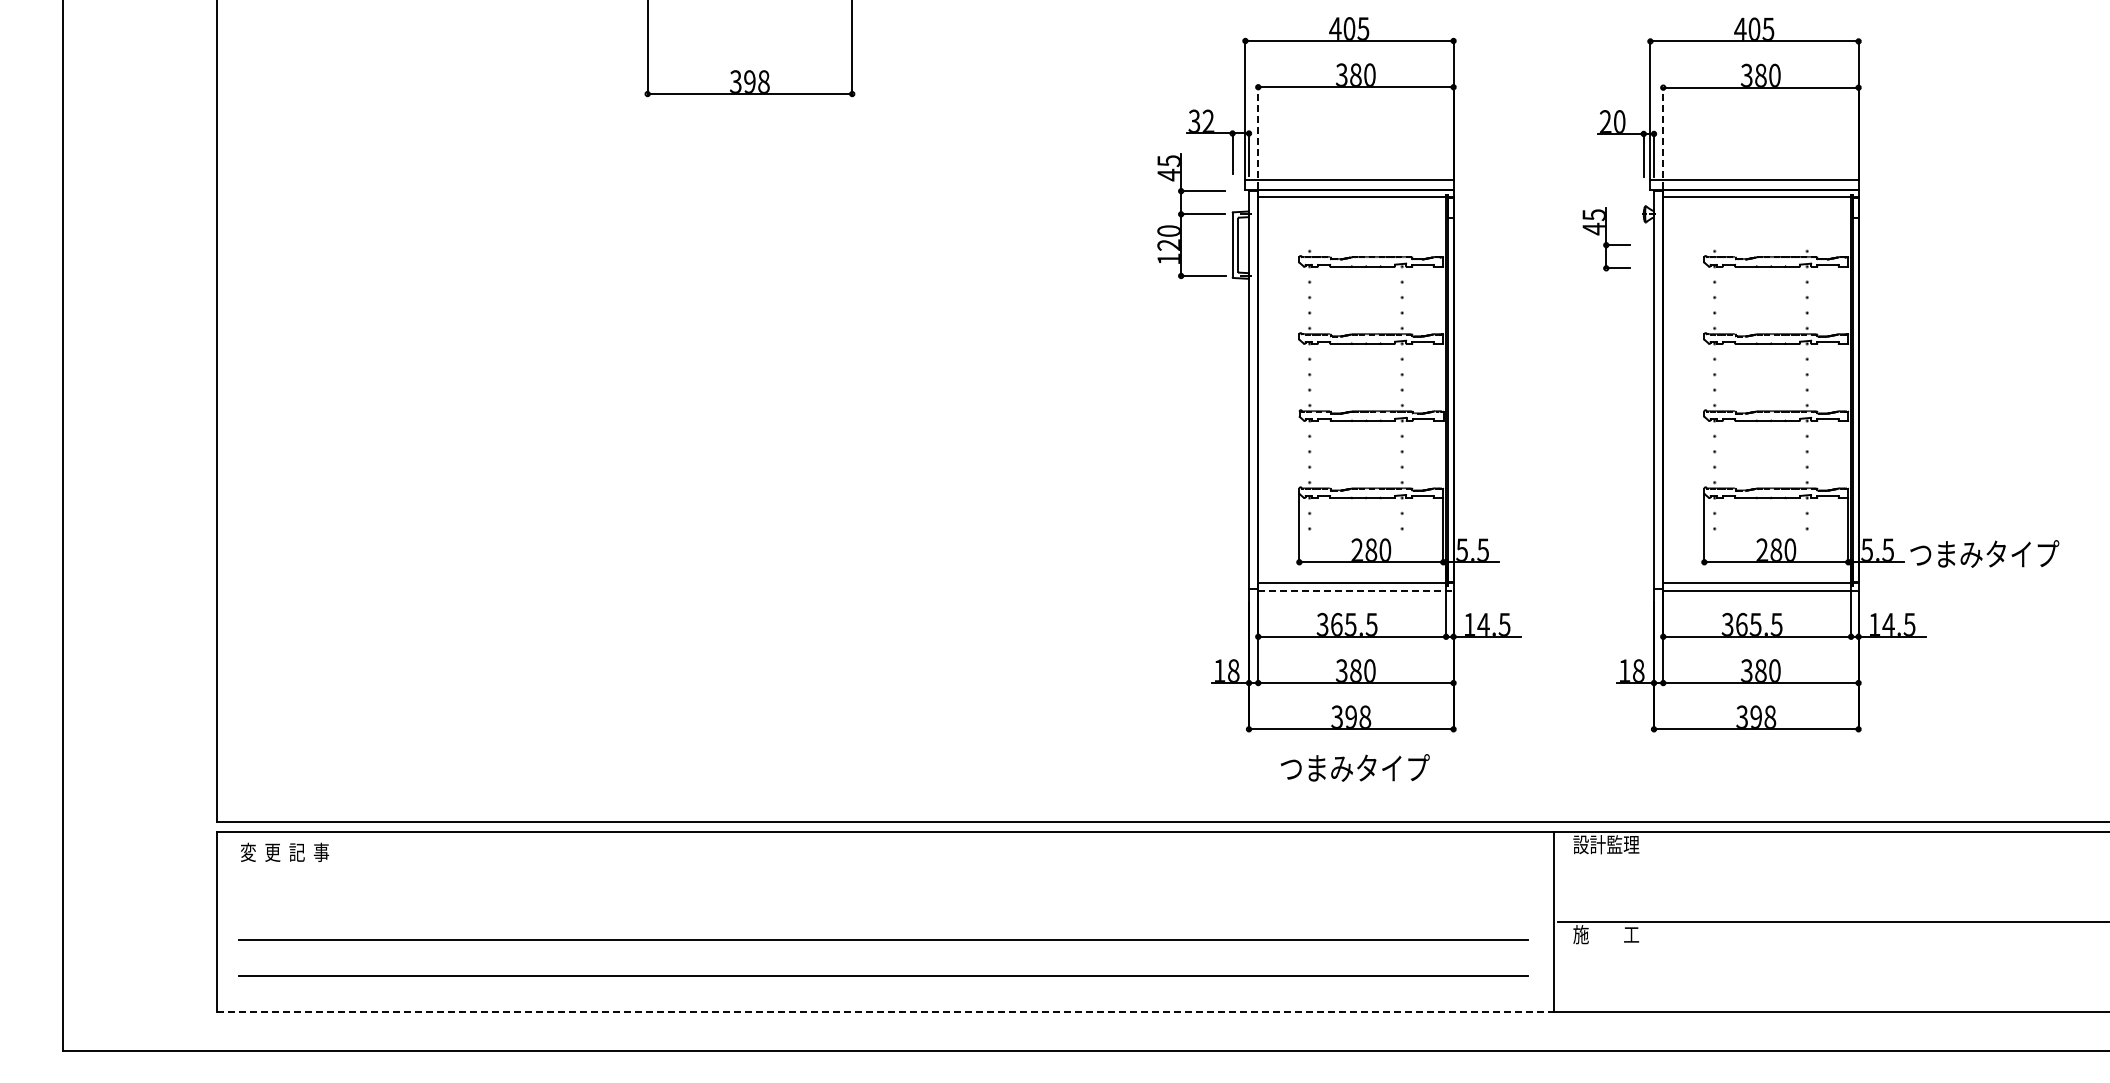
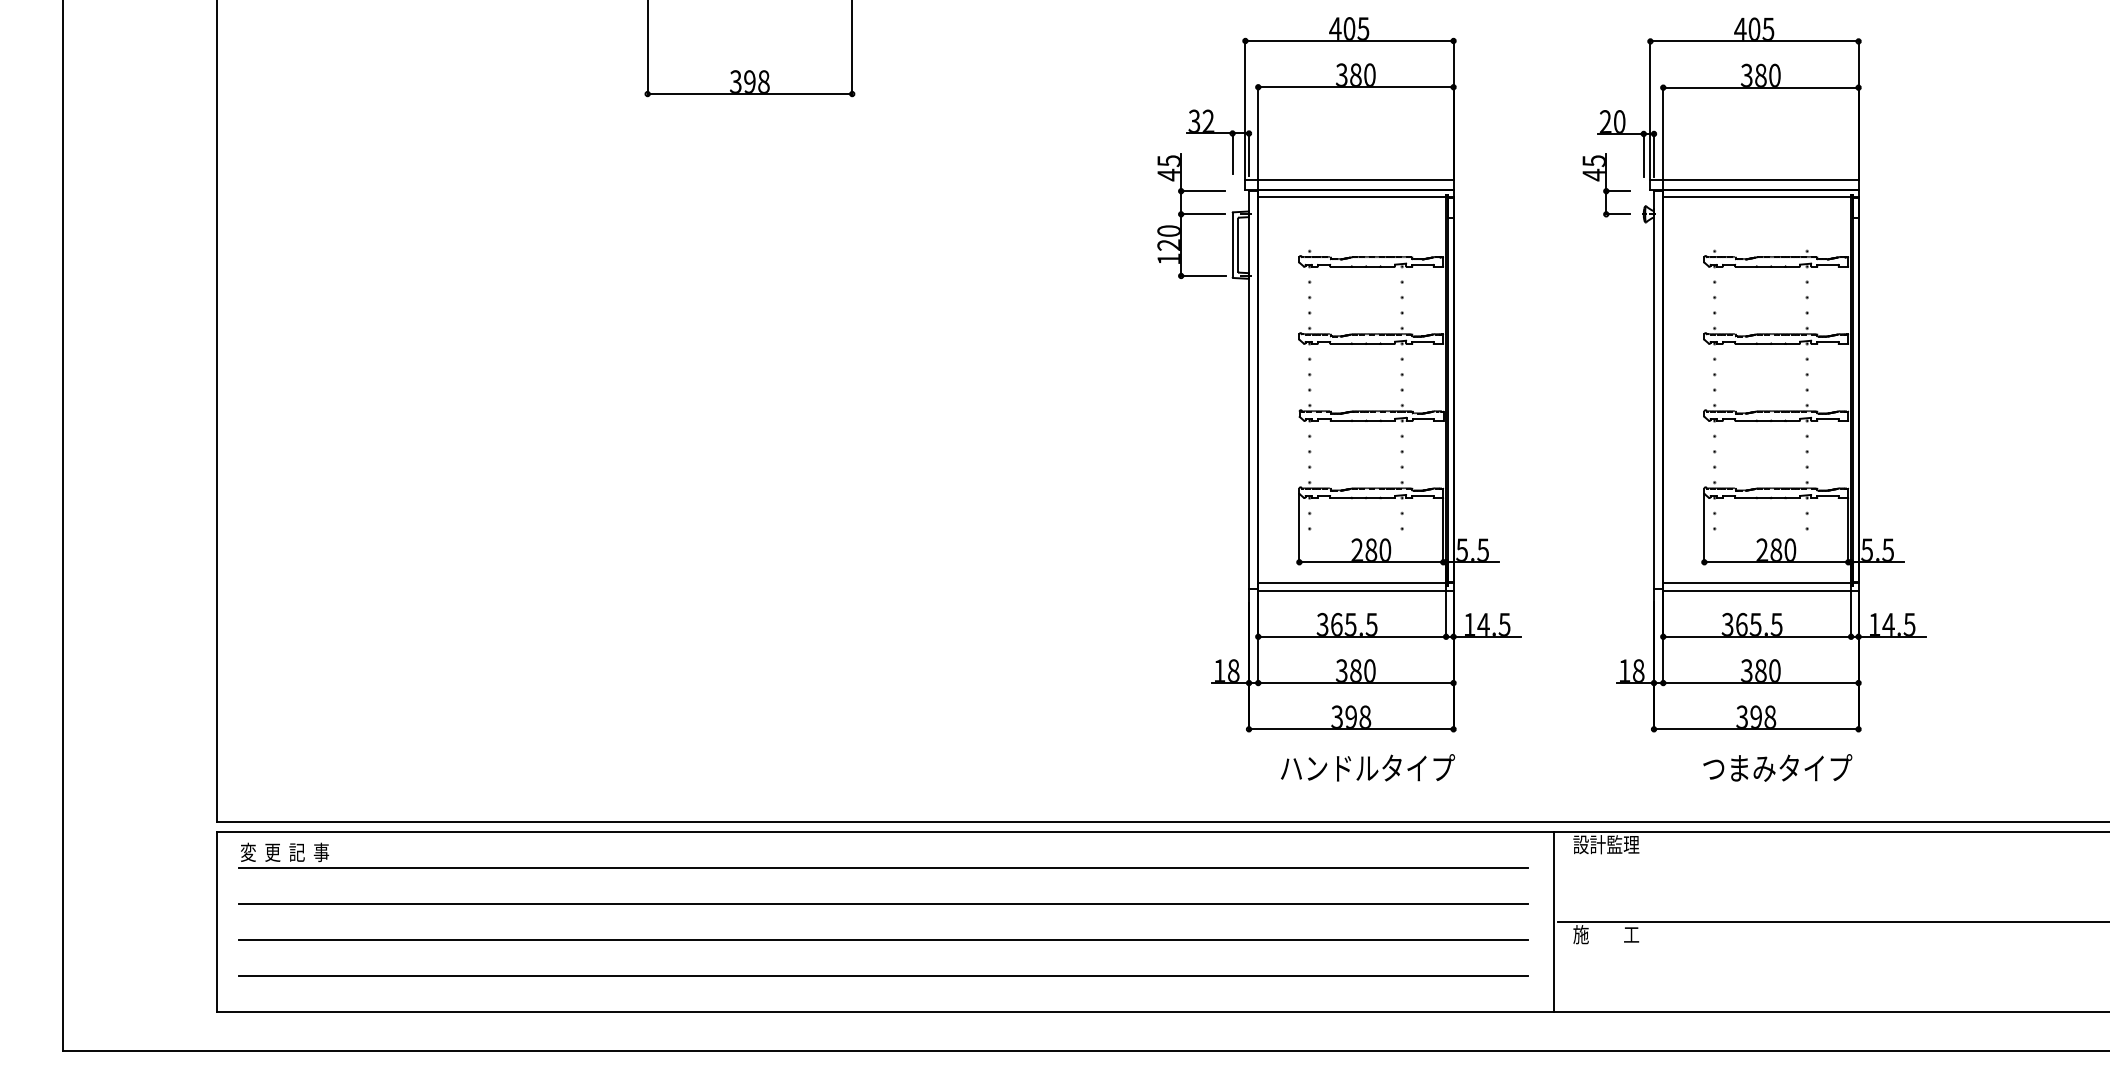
line at (1258, 137): dashed -> solid
line at (1663, 138): dashed -> solid
part at (1606, 239) position: (1606, 239) -> (1606, 185)
text at (1984, 553) position: (1984, 553) -> (1777, 767)
line at (1355, 590): dashed -> solid
text at (1368, 767): つまみタイプ -> ハンドルタイプ
line at (883, 868): none -> present
line at (883, 904): none -> present
line at (886, 1012): dashed -> solid
